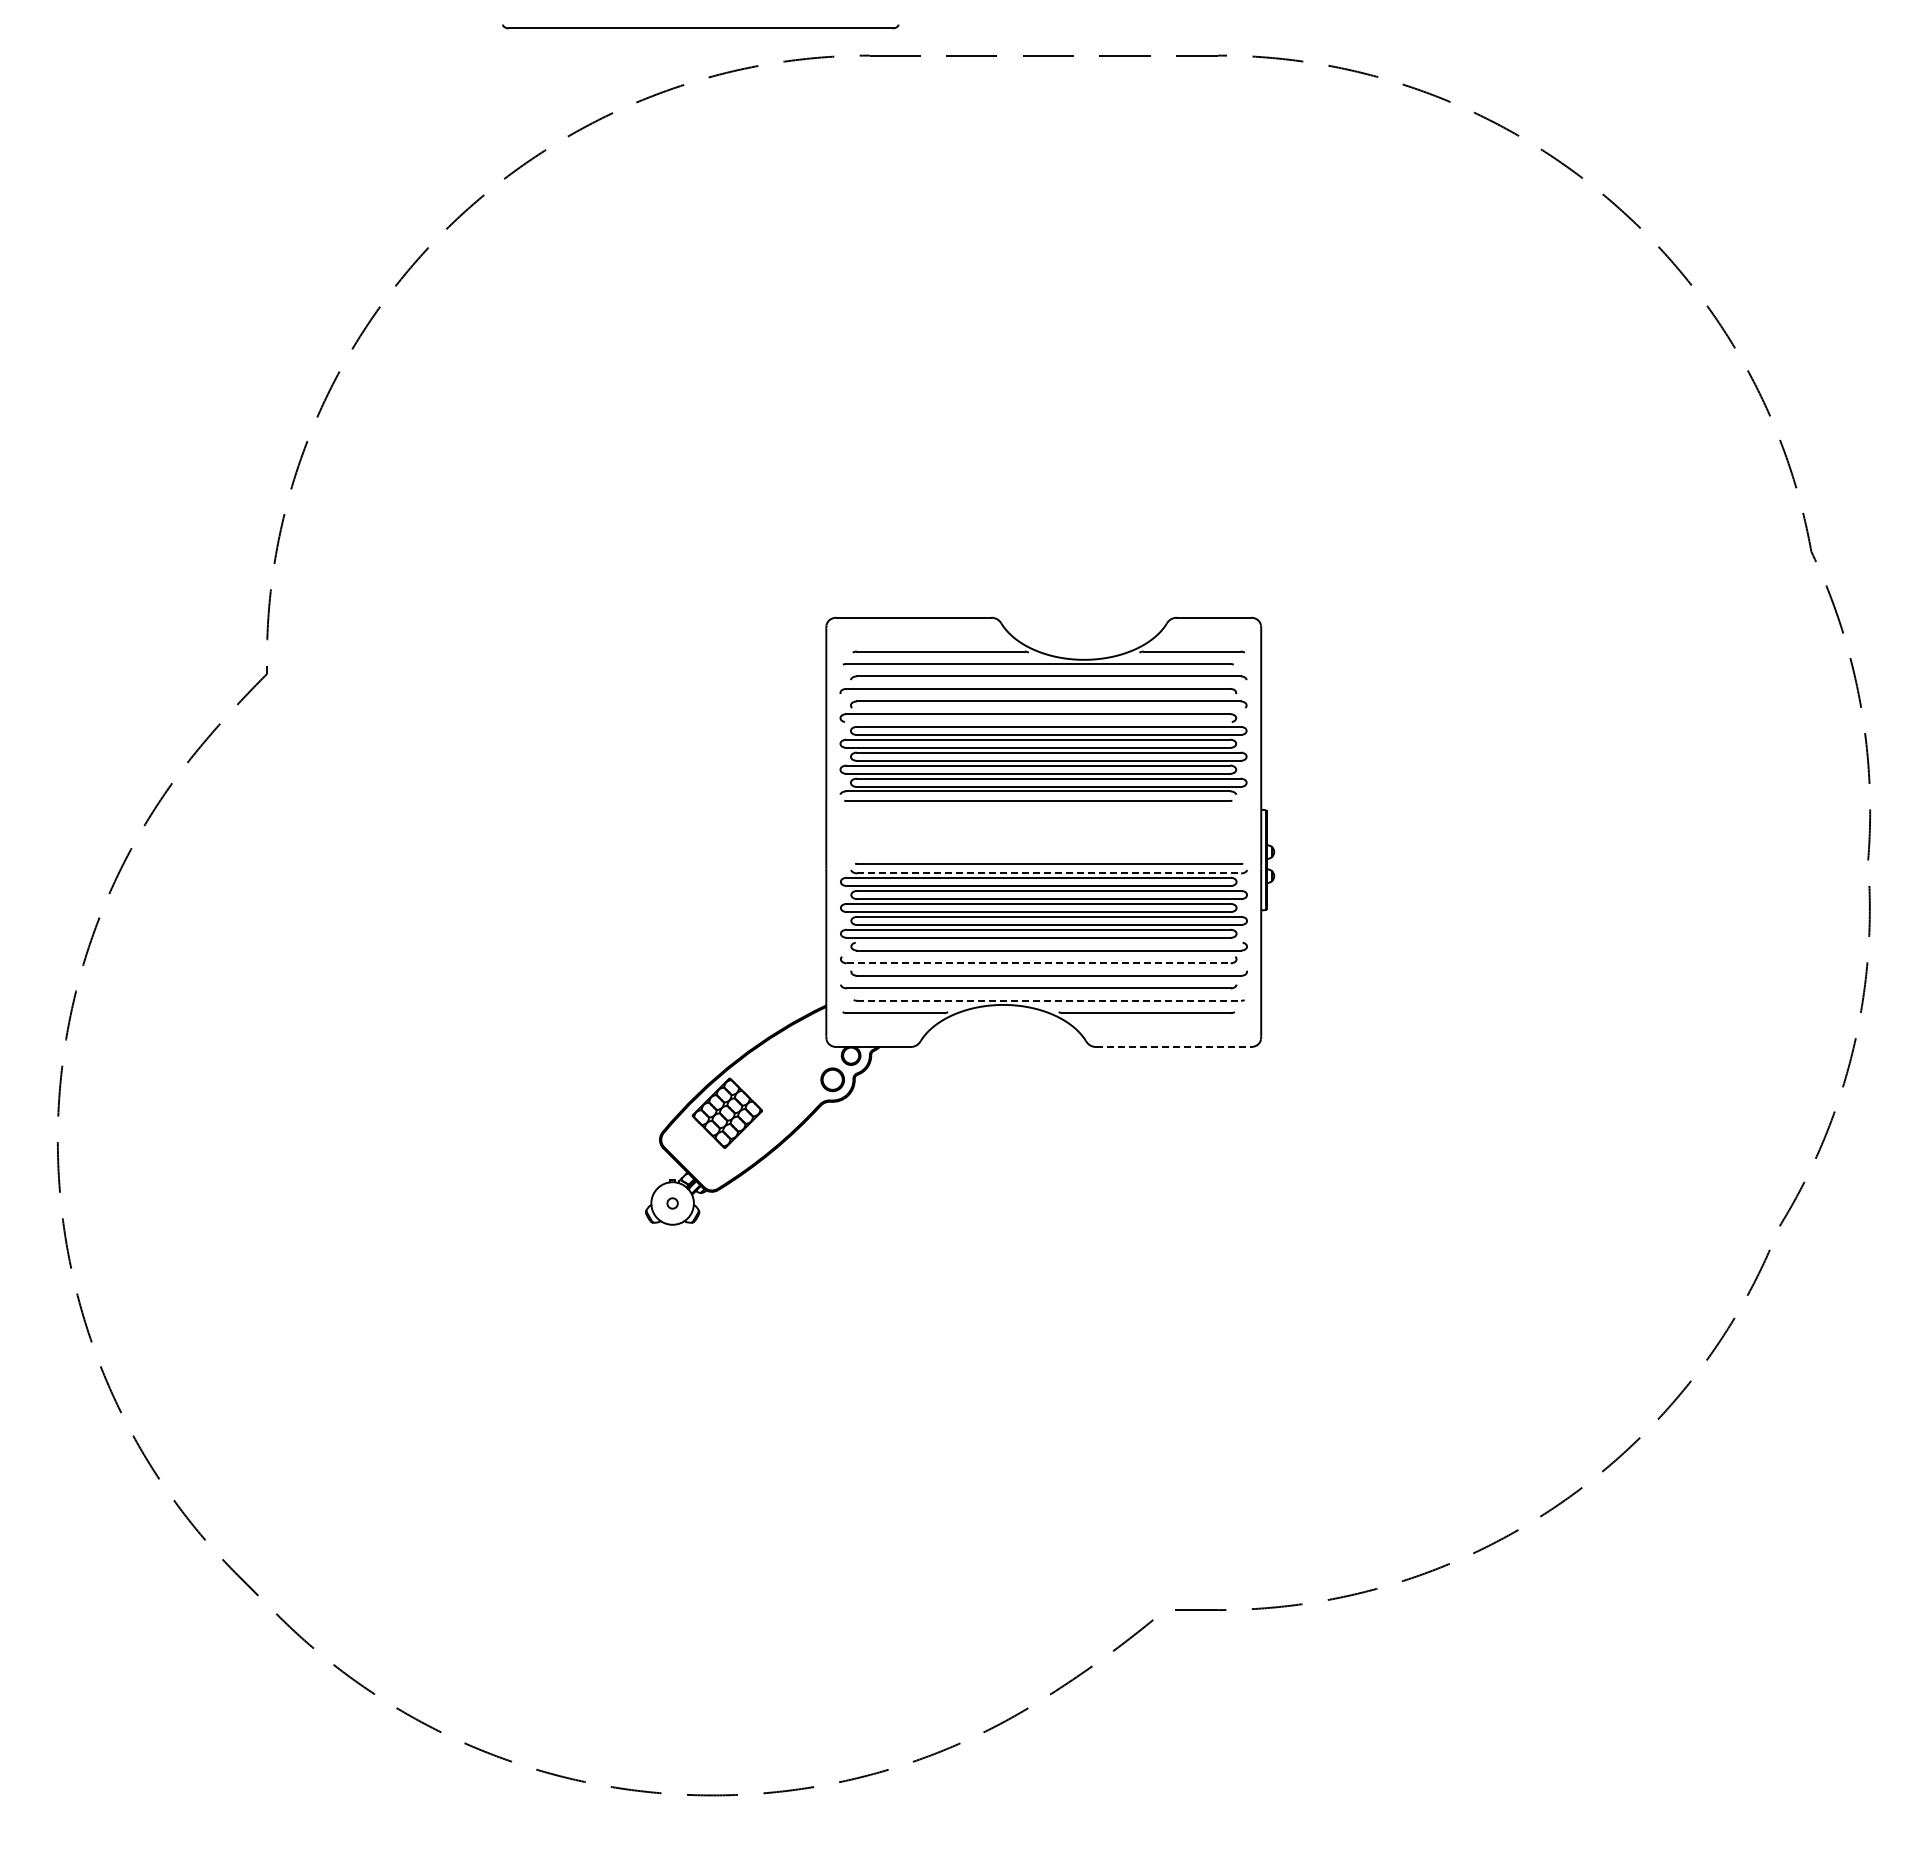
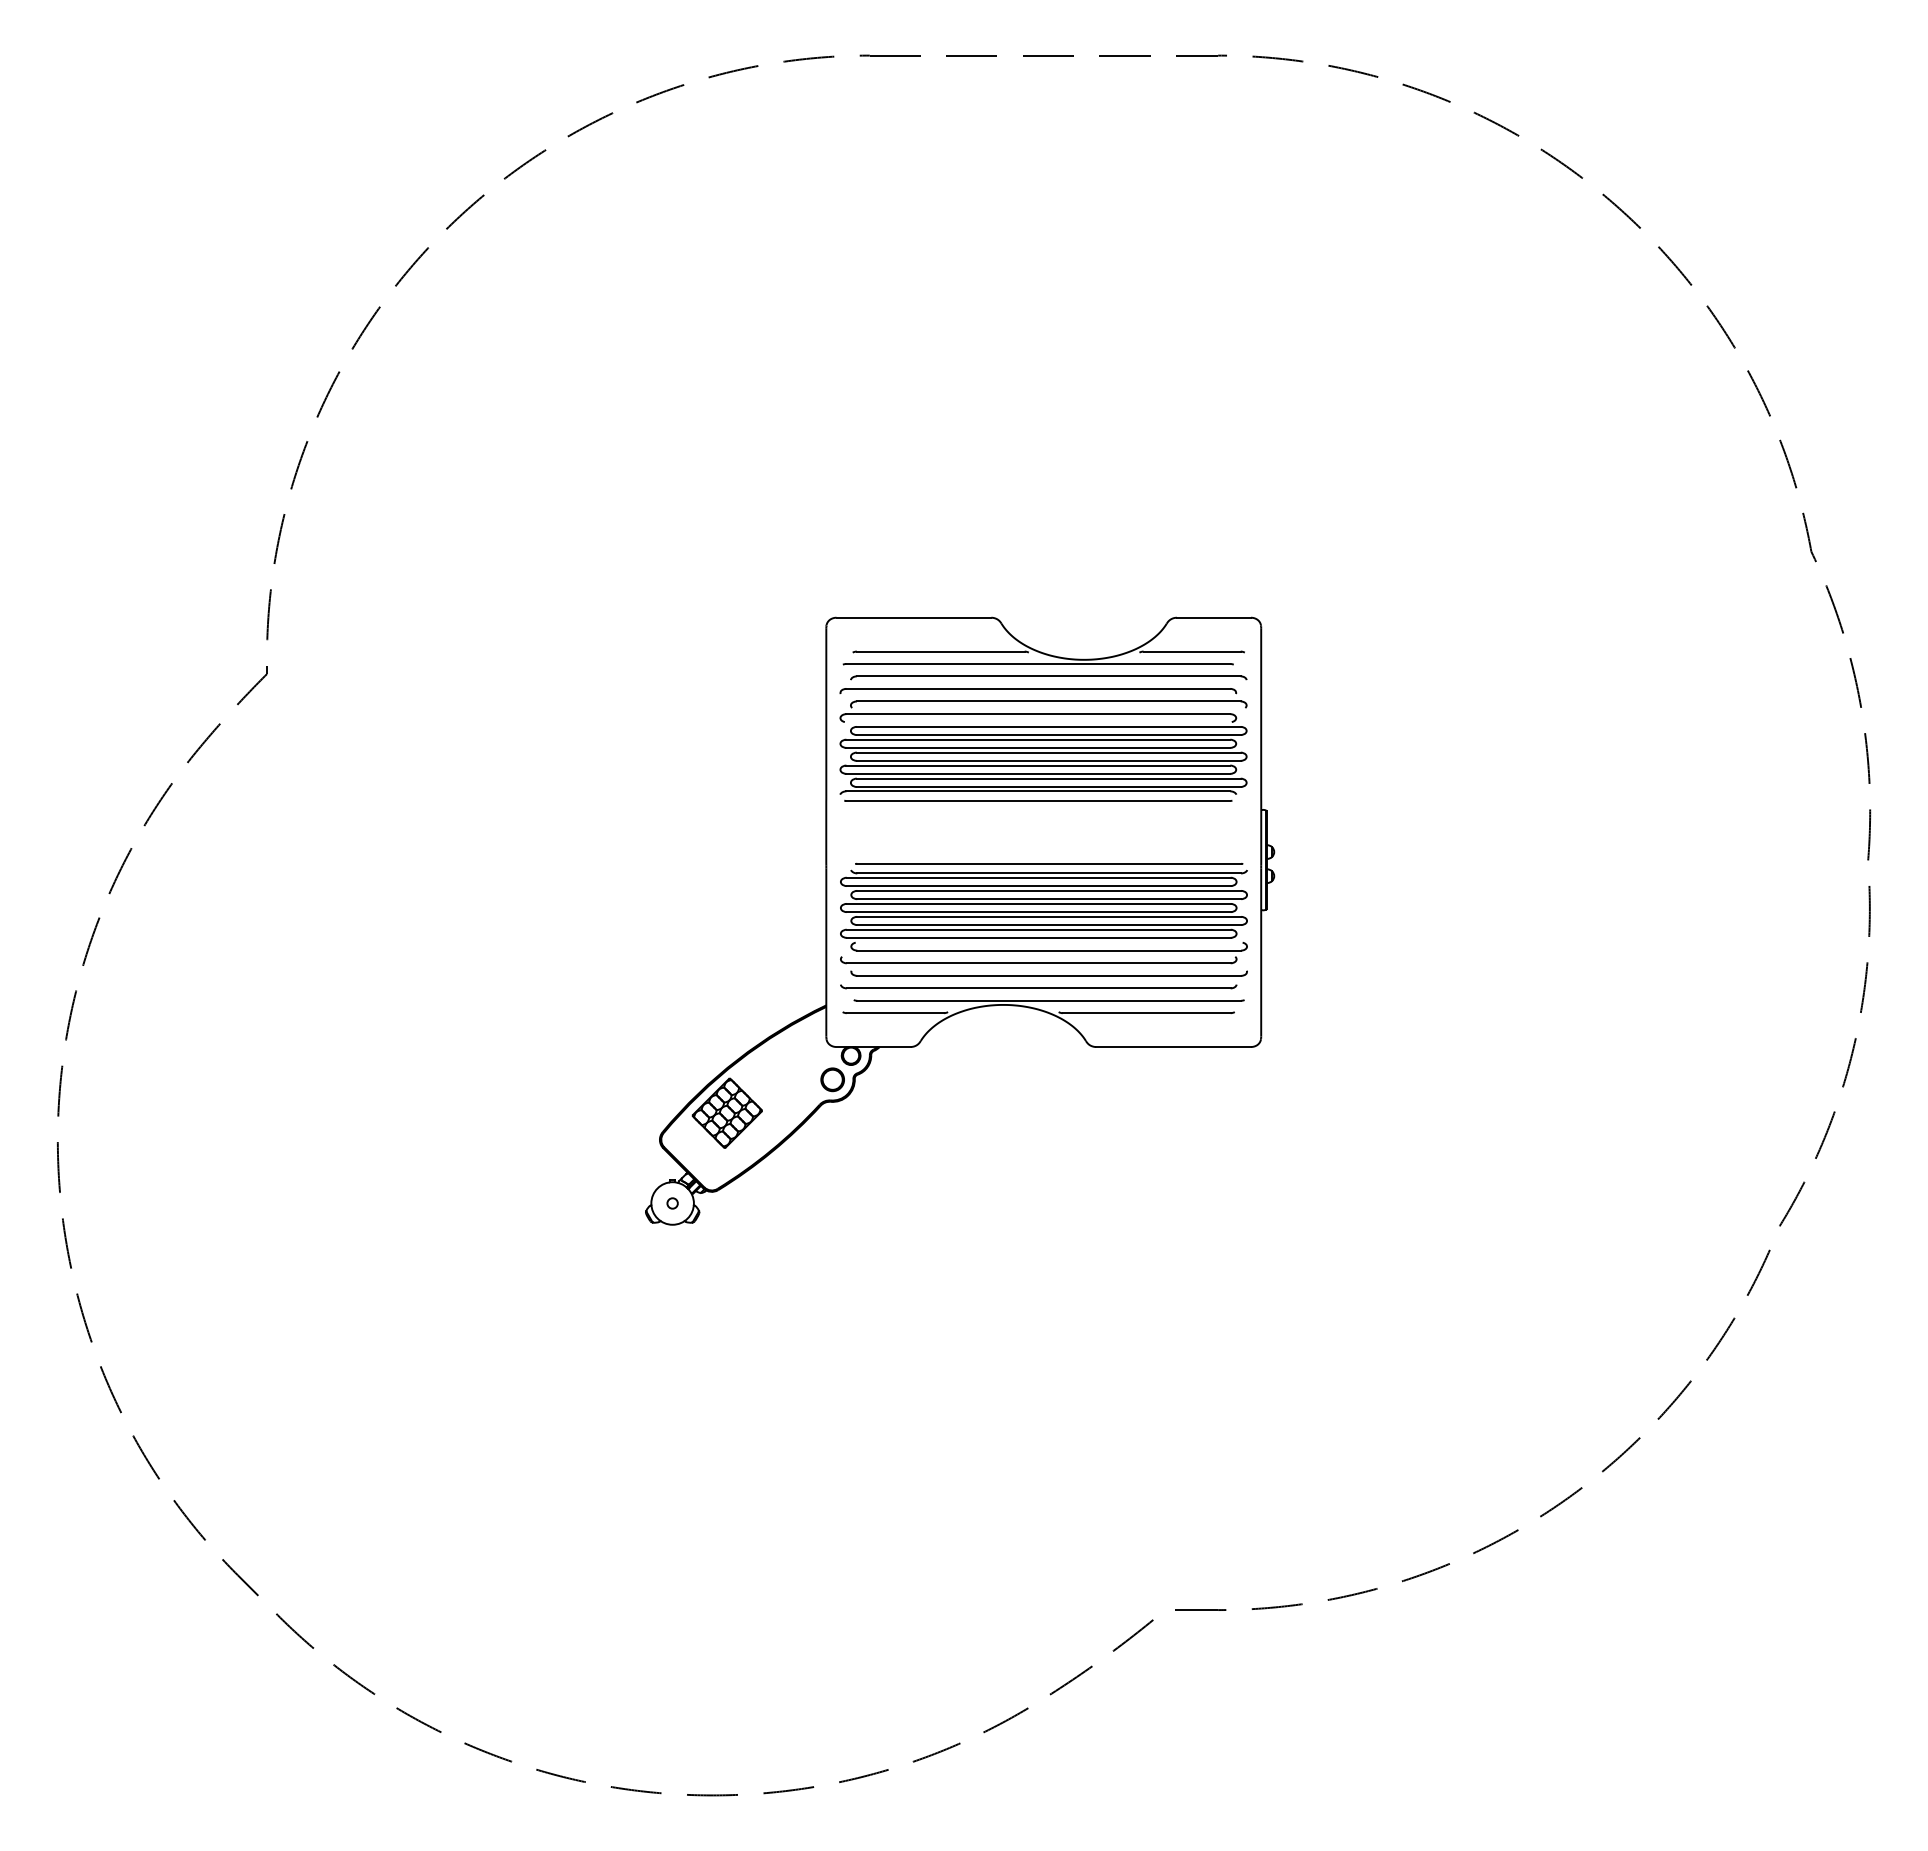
part at (700, 26): present -> none
line at (1049, 873): dashed -> solid
line at (1038, 963): dashed -> solid
line at (1049, 1000): dashed -> solid
line at (1174, 1047): dashed -> solid
